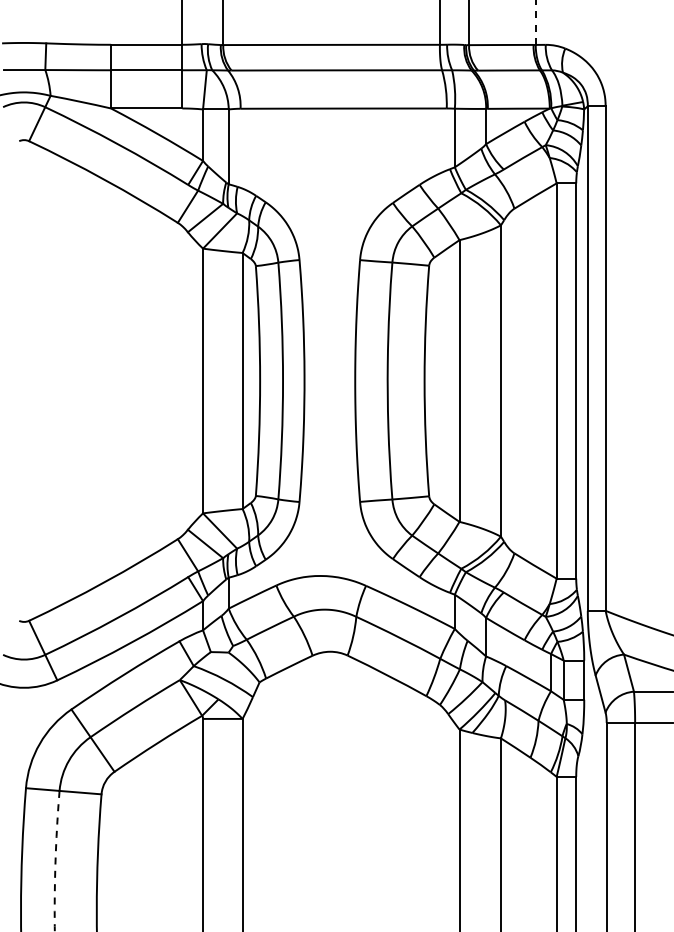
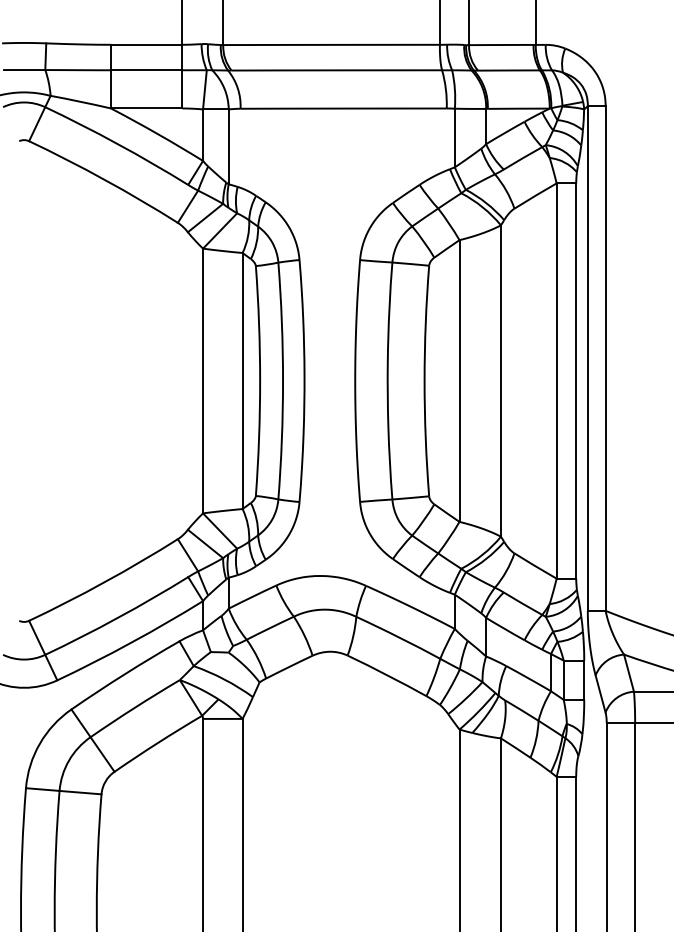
line at (535, 22): dashed -> solid
arc at (55, 861): dashed -> solid
